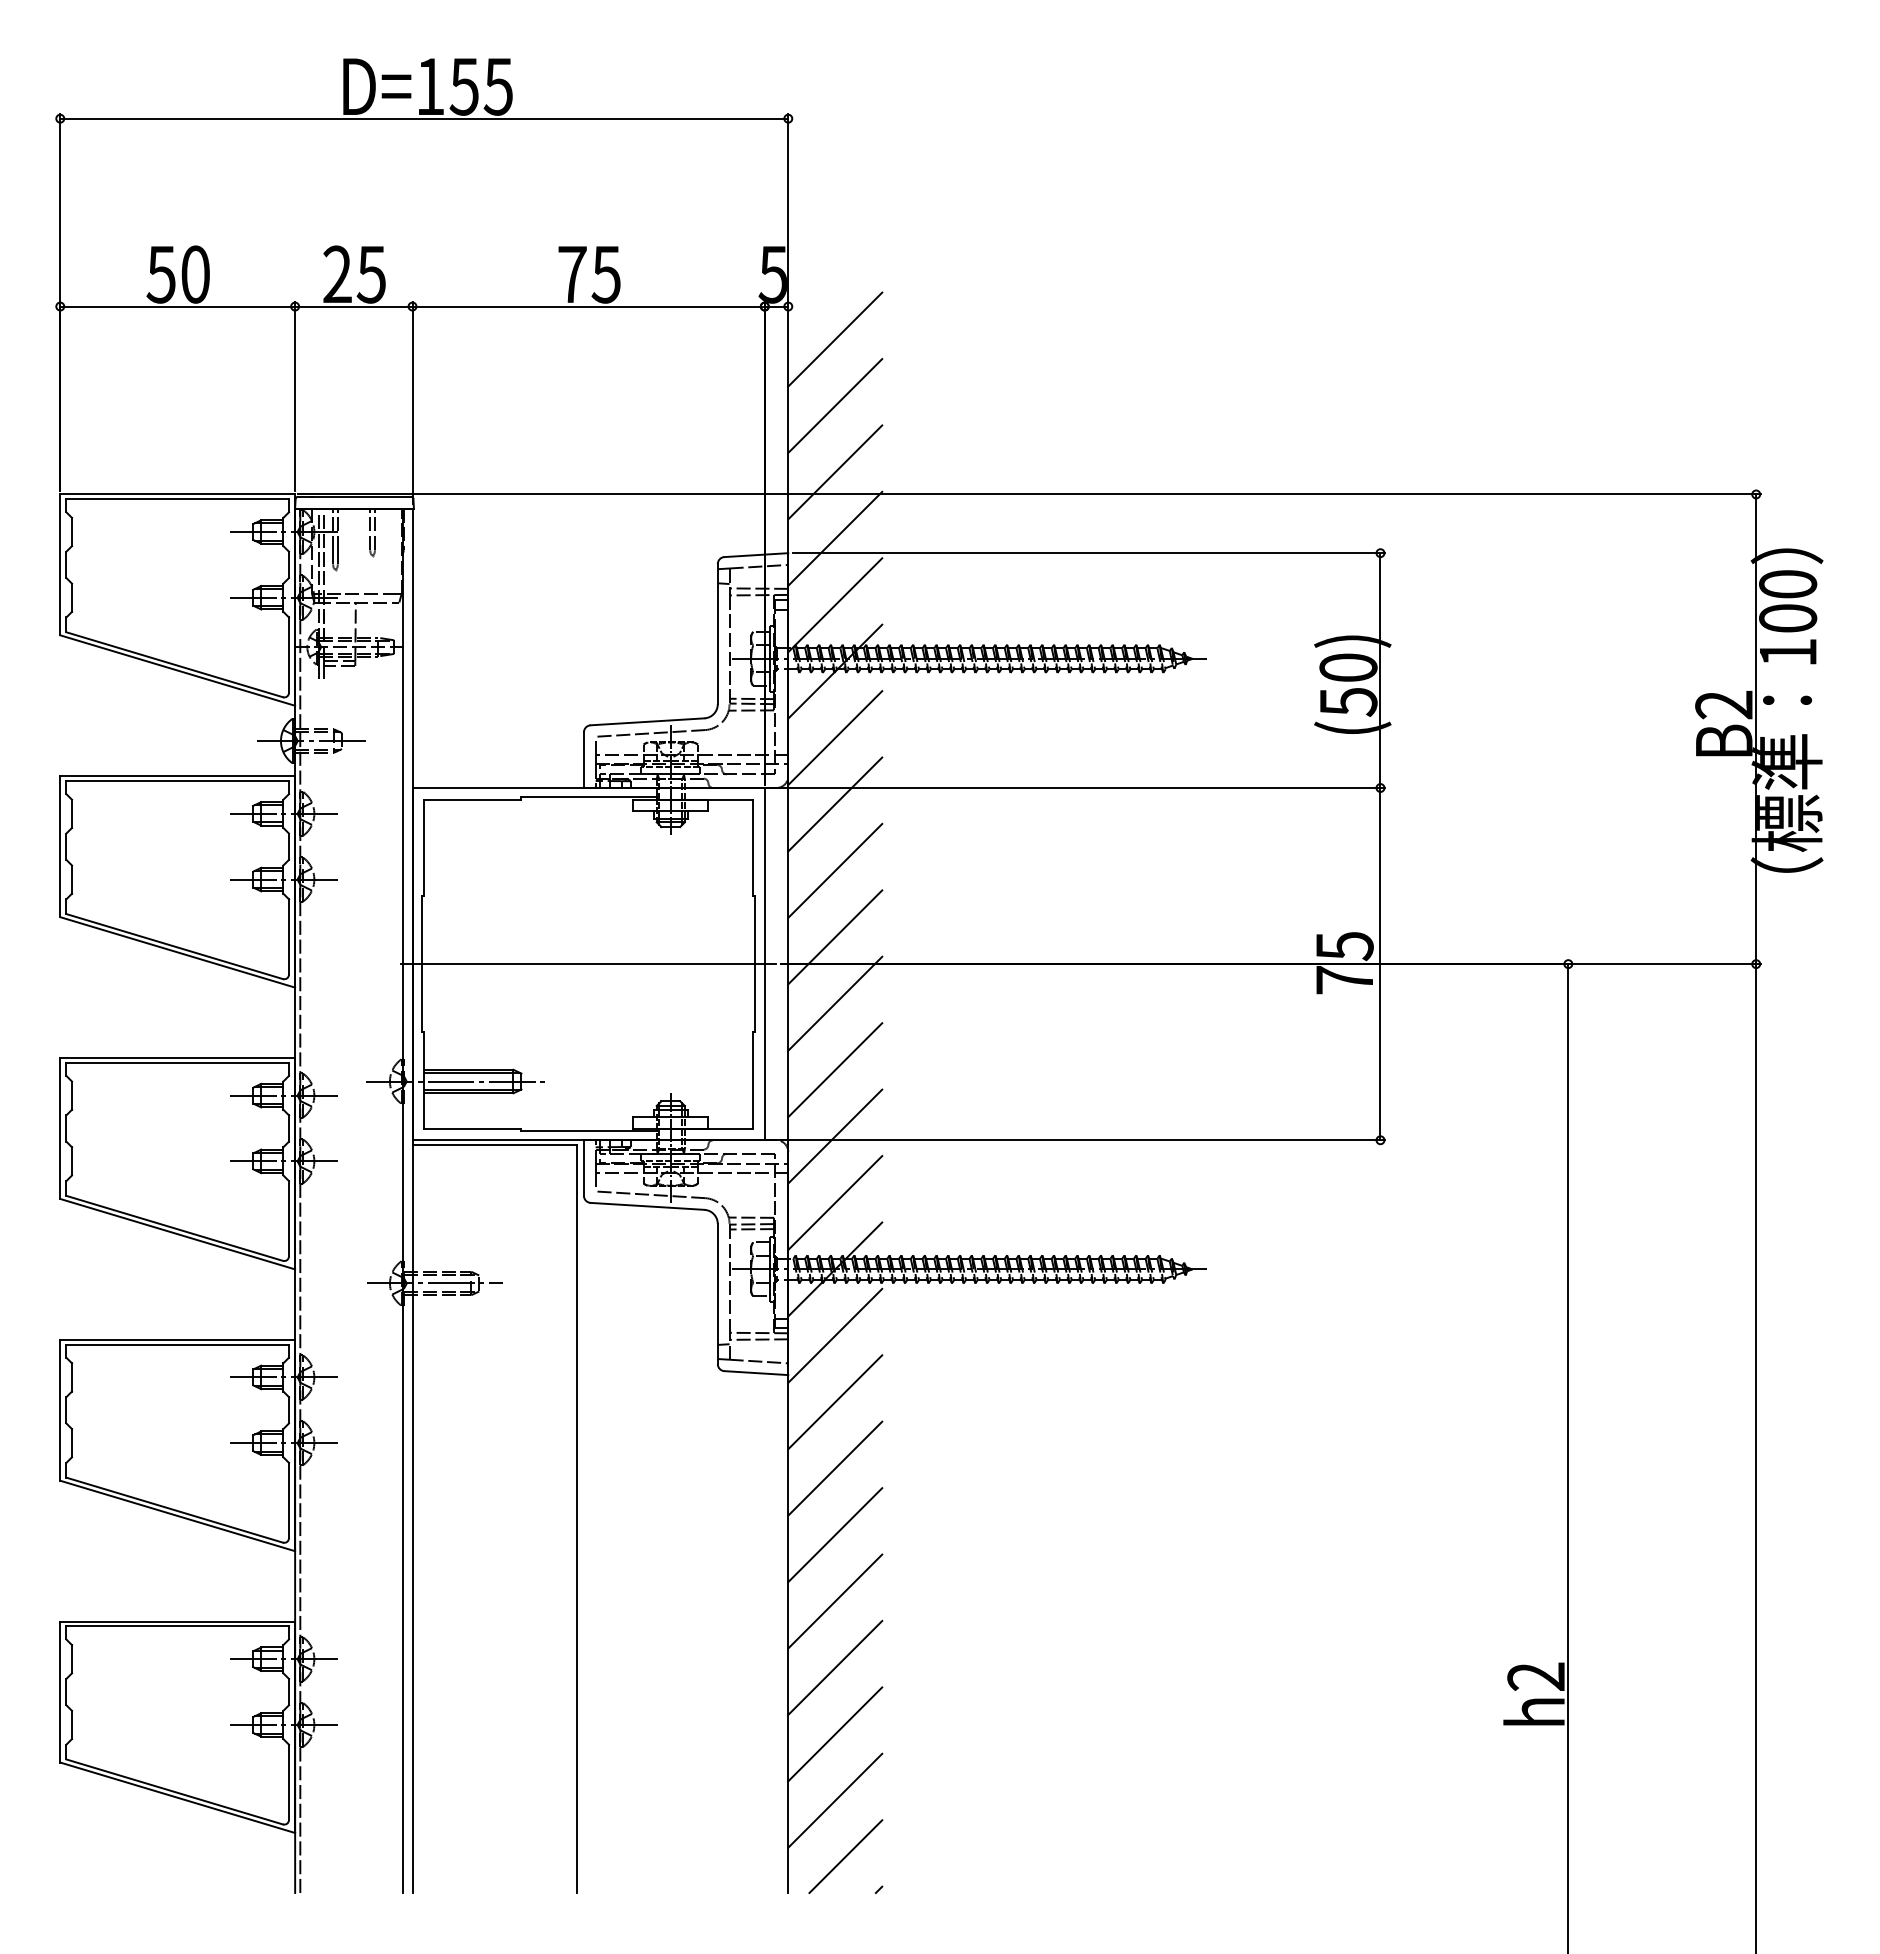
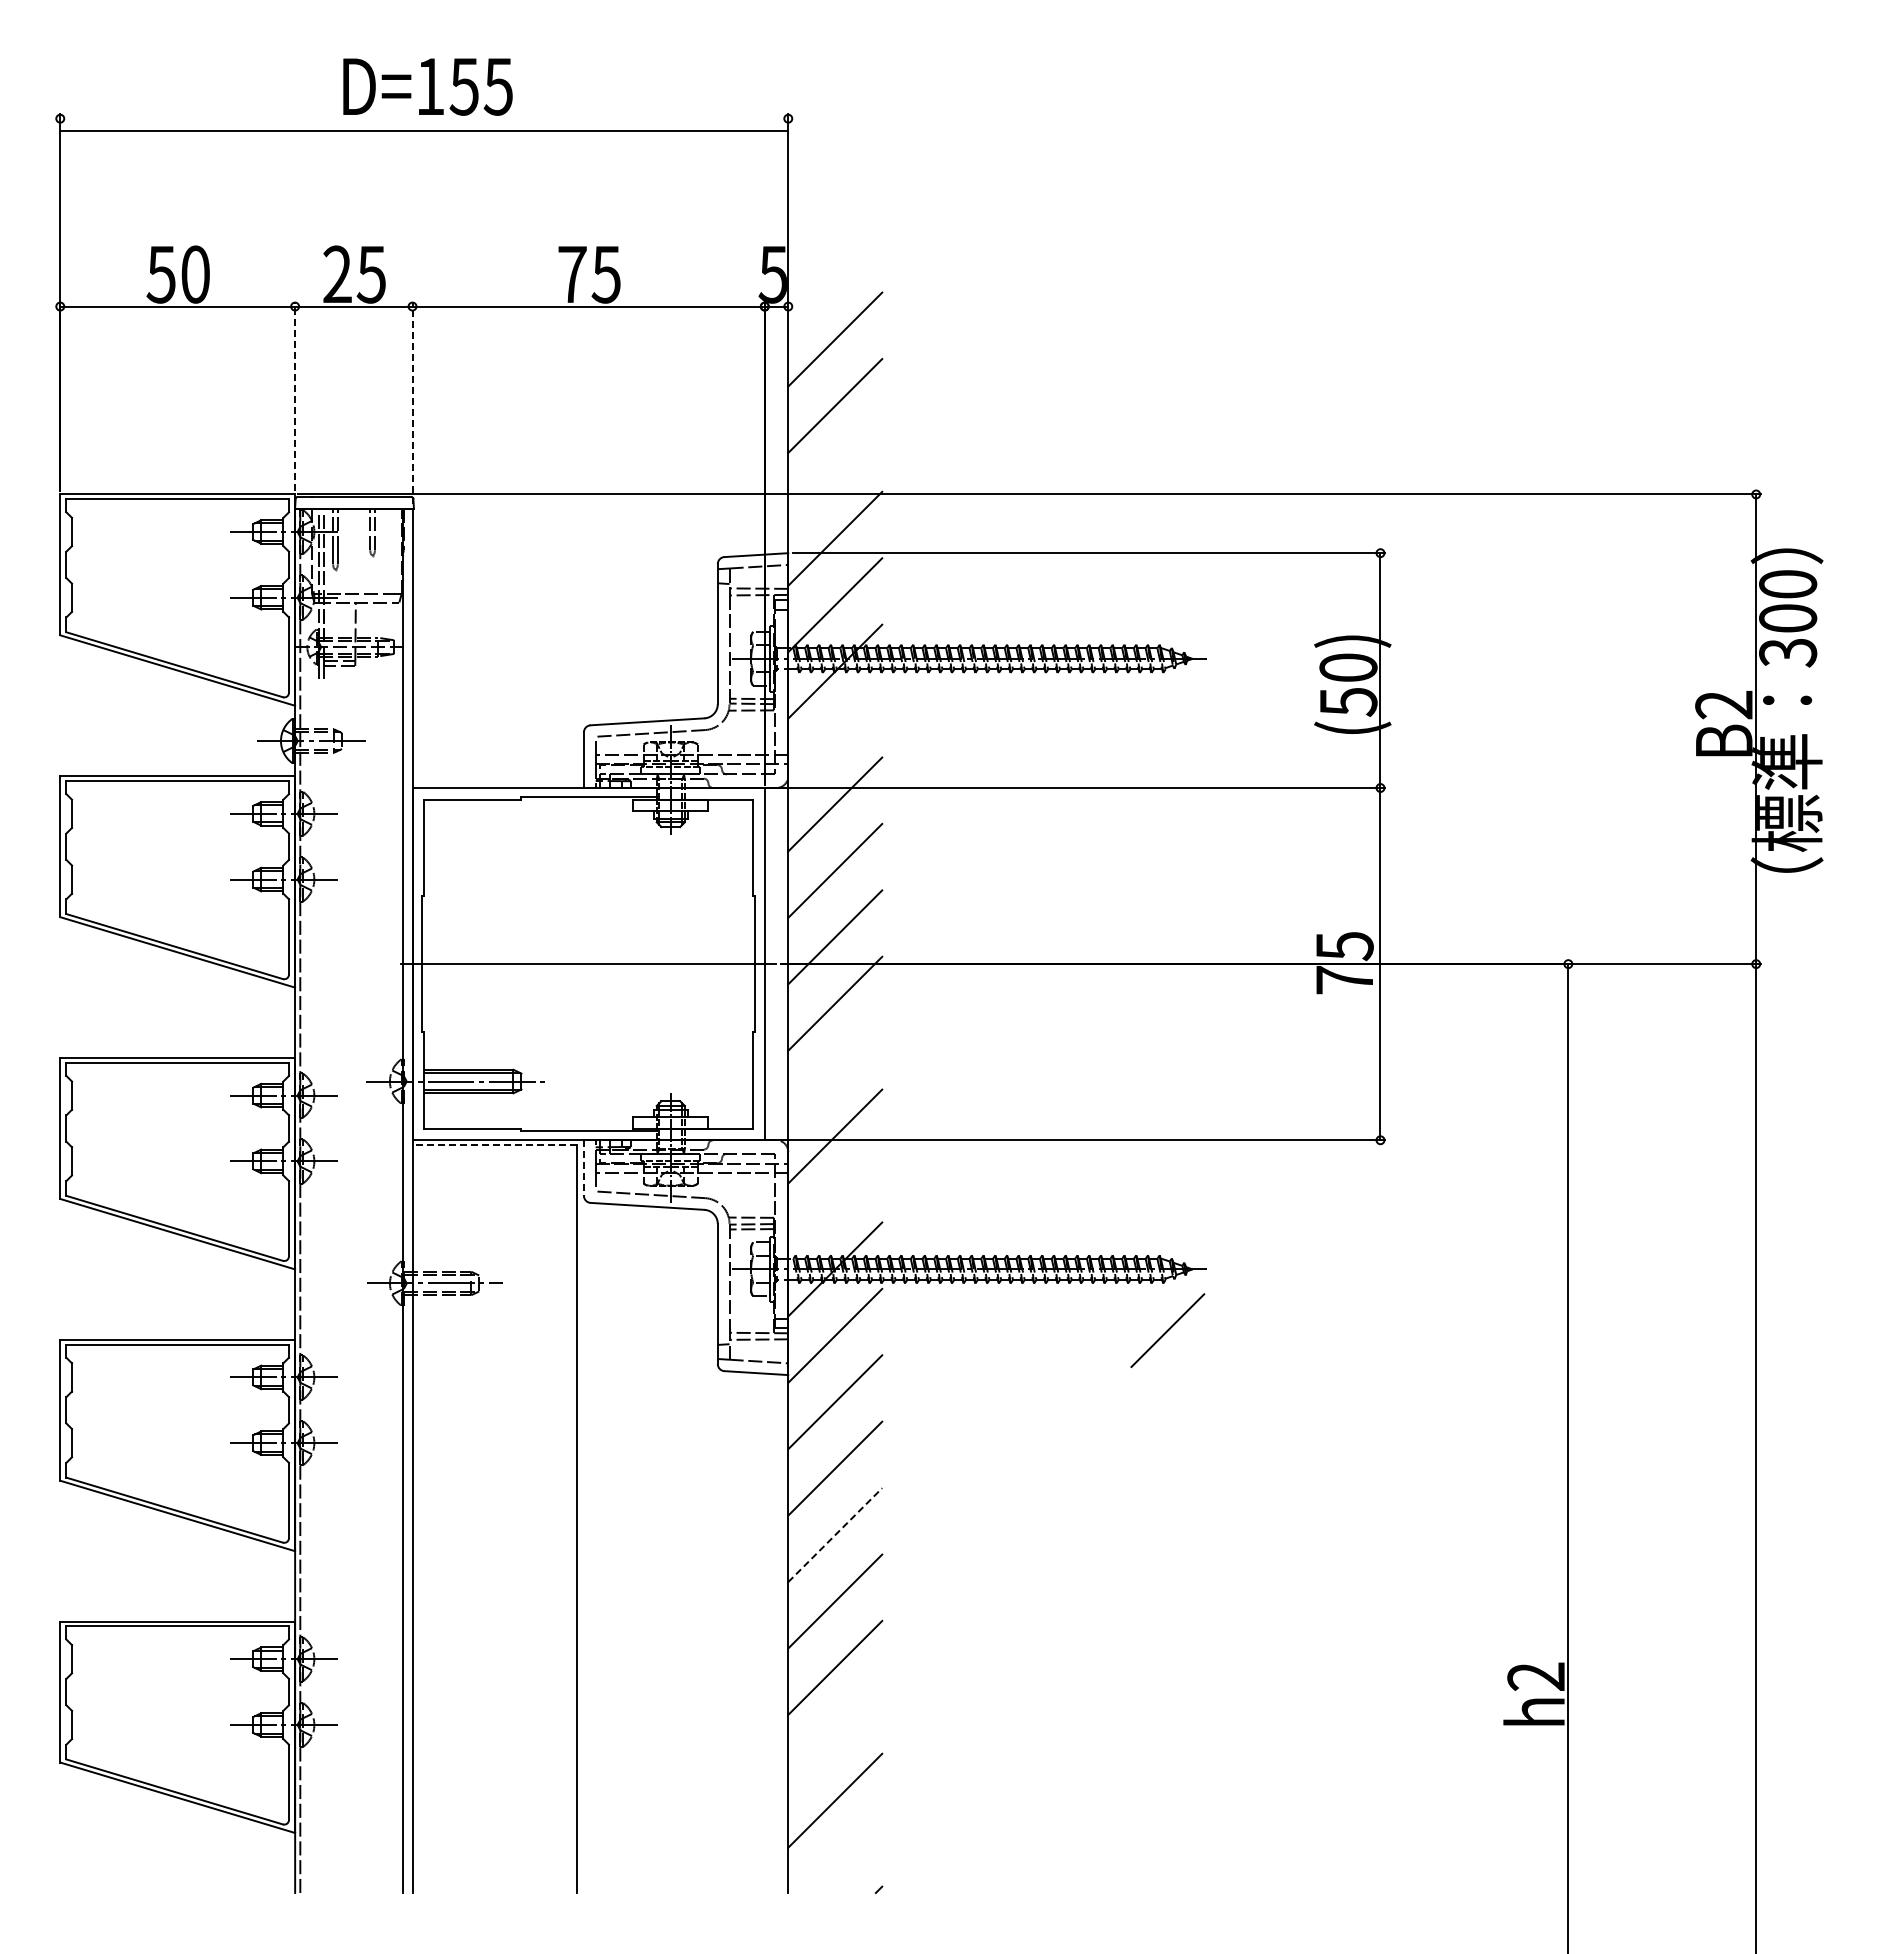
line at (424, 118) position: (424, 118) -> (424, 130)
line at (295, 396): solid -> dashed
line at (412, 402): solid -> dashed
line at (835, 472): present -> none
text at (1788, 653): 100 -> 300
line at (835, 738): present -> none
line at (835, 1070): present -> none
line at (494, 1144): solid -> dashed
line at (583, 1168): solid -> dashed
line at (835, 1202): present -> none
line at (835, 1534): solid -> dashed
line at (835, 1734): present -> none
line at (845, 1856) position: (845, 1856) -> (1167, 1330)
